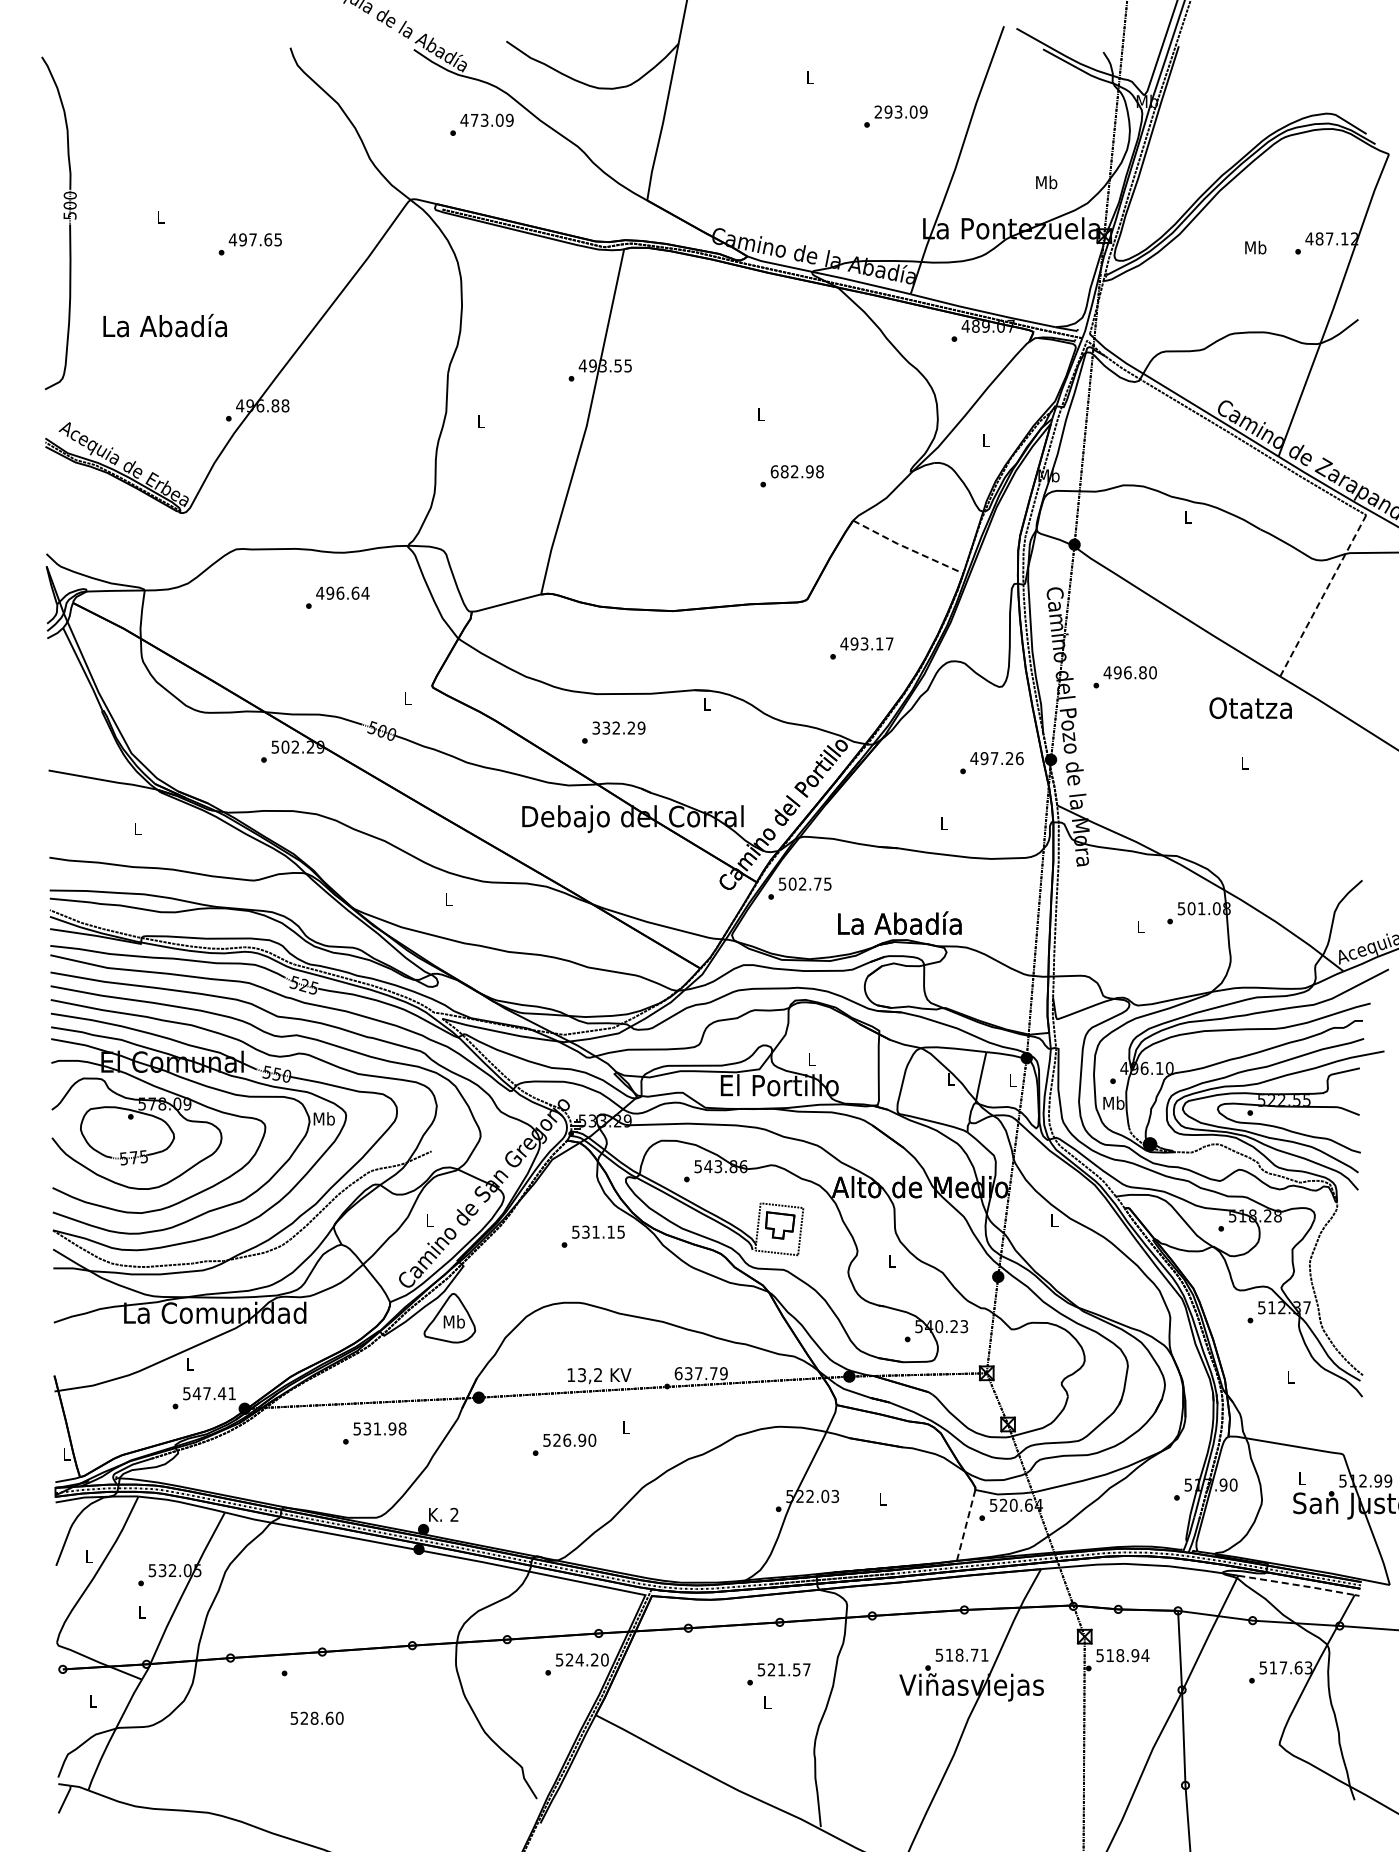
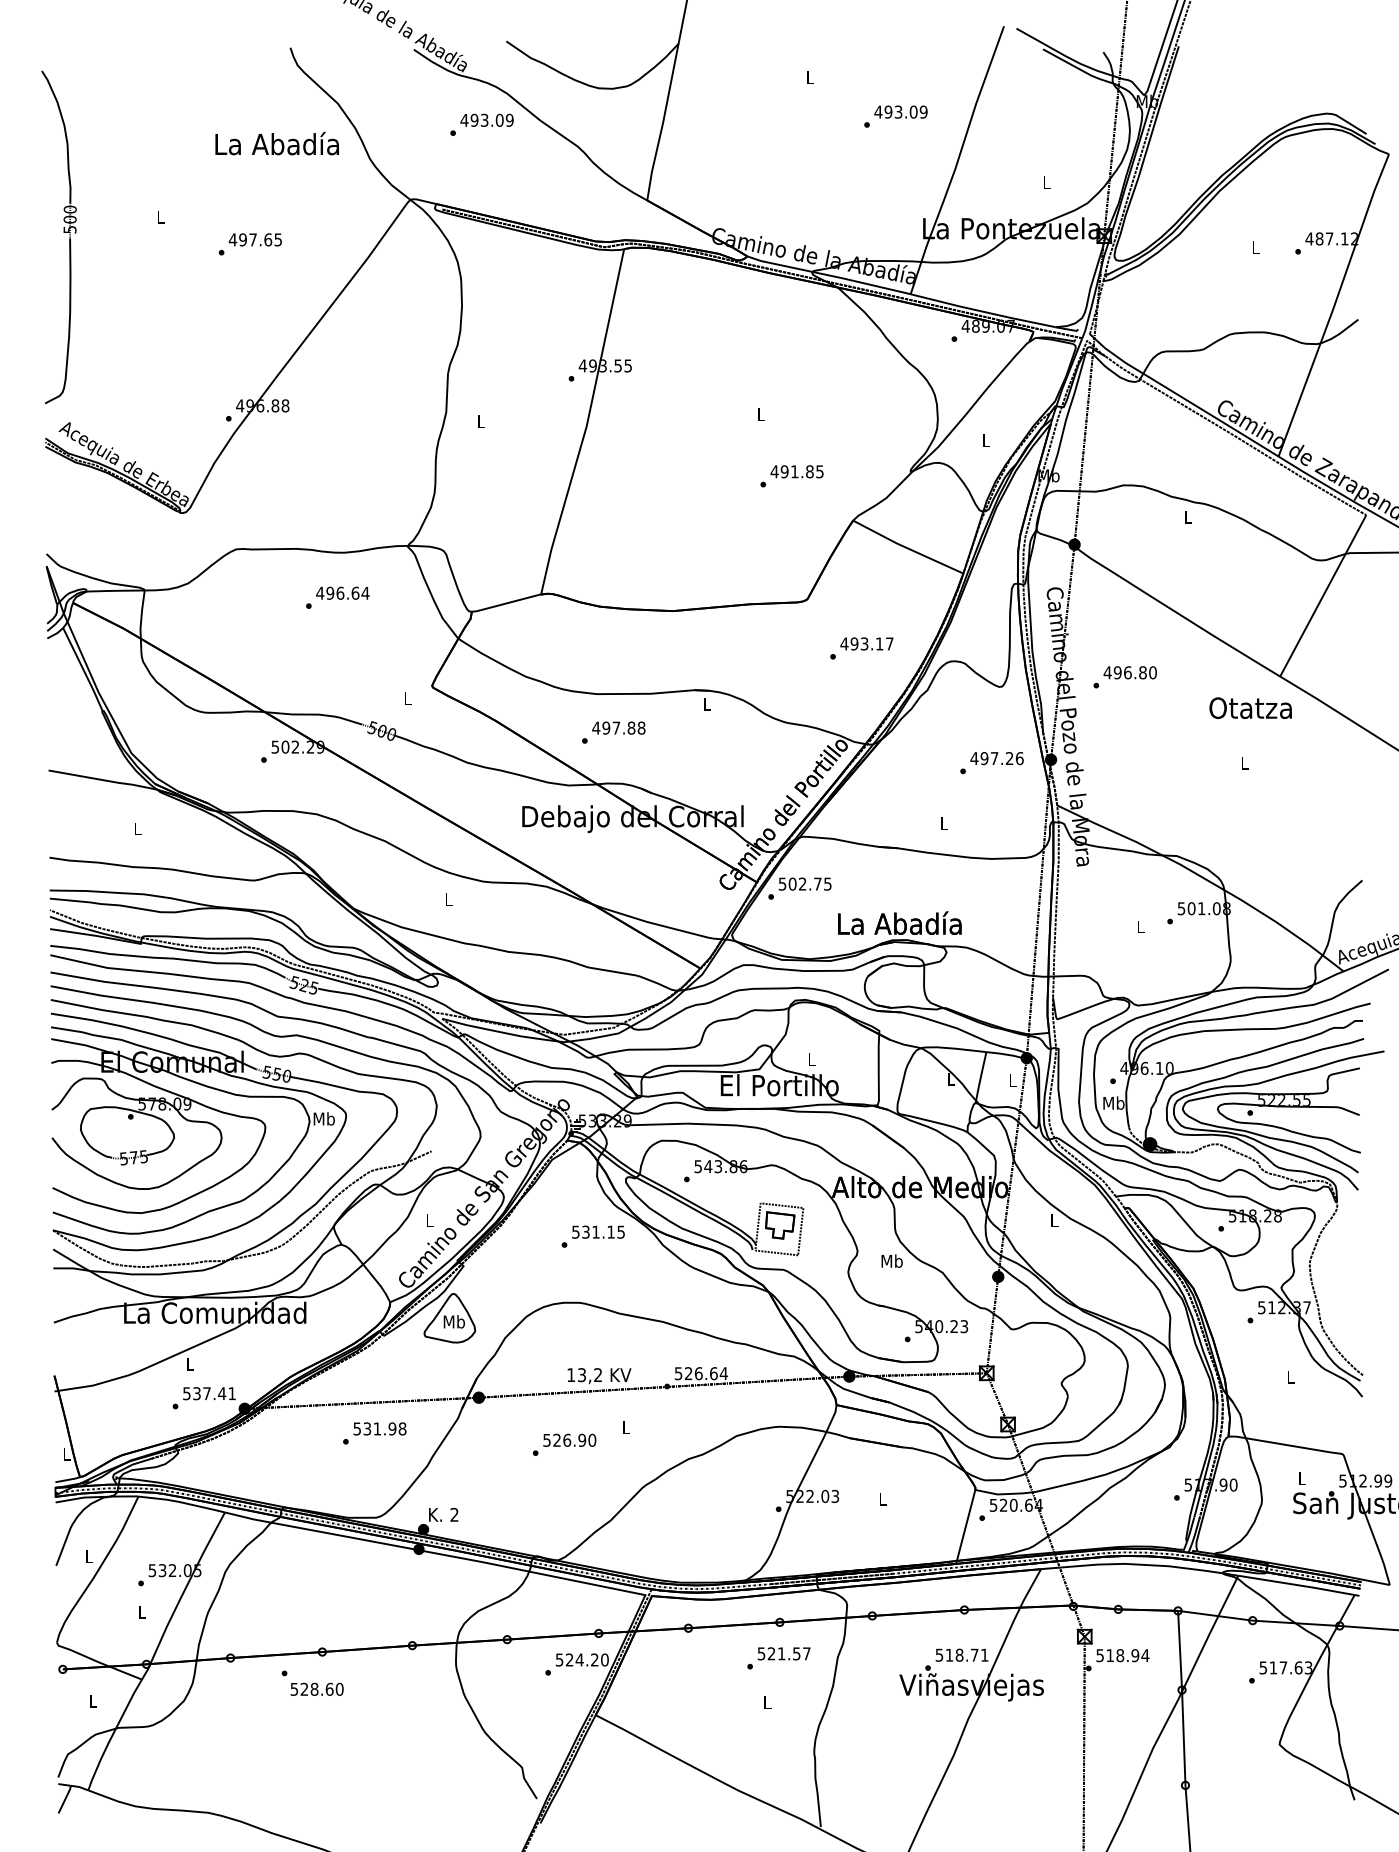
text at (878, 111): 293.09 -> 493.09
text at (474, 119): 473.09 -> 493.09
text at (1046, 182): Mb -> L
part at (63, 218) position: (63, 218) -> (63, 232)
text at (1255, 247): Mb -> L
text at (164, 325) position: (164, 325) -> (276, 143)
text at (796, 471): 682.98 -> 491.85
line at (907, 548): dashed -> solid
line at (1323, 596): dashed -> solid
text at (618, 727): 332.29 -> 497.88
text at (891, 1260): L -> Mb
text at (701, 1373): 637.79 -> 526.64
text at (196, 1393): 547.41 -> 537.41
line at (965, 1527): dashed -> solid
line at (1296, 1585): dashed -> solid
text at (778, 1674) position: (778, 1674) -> (778, 1658)
text at (316, 1717) position: (316, 1717) -> (316, 1688)
